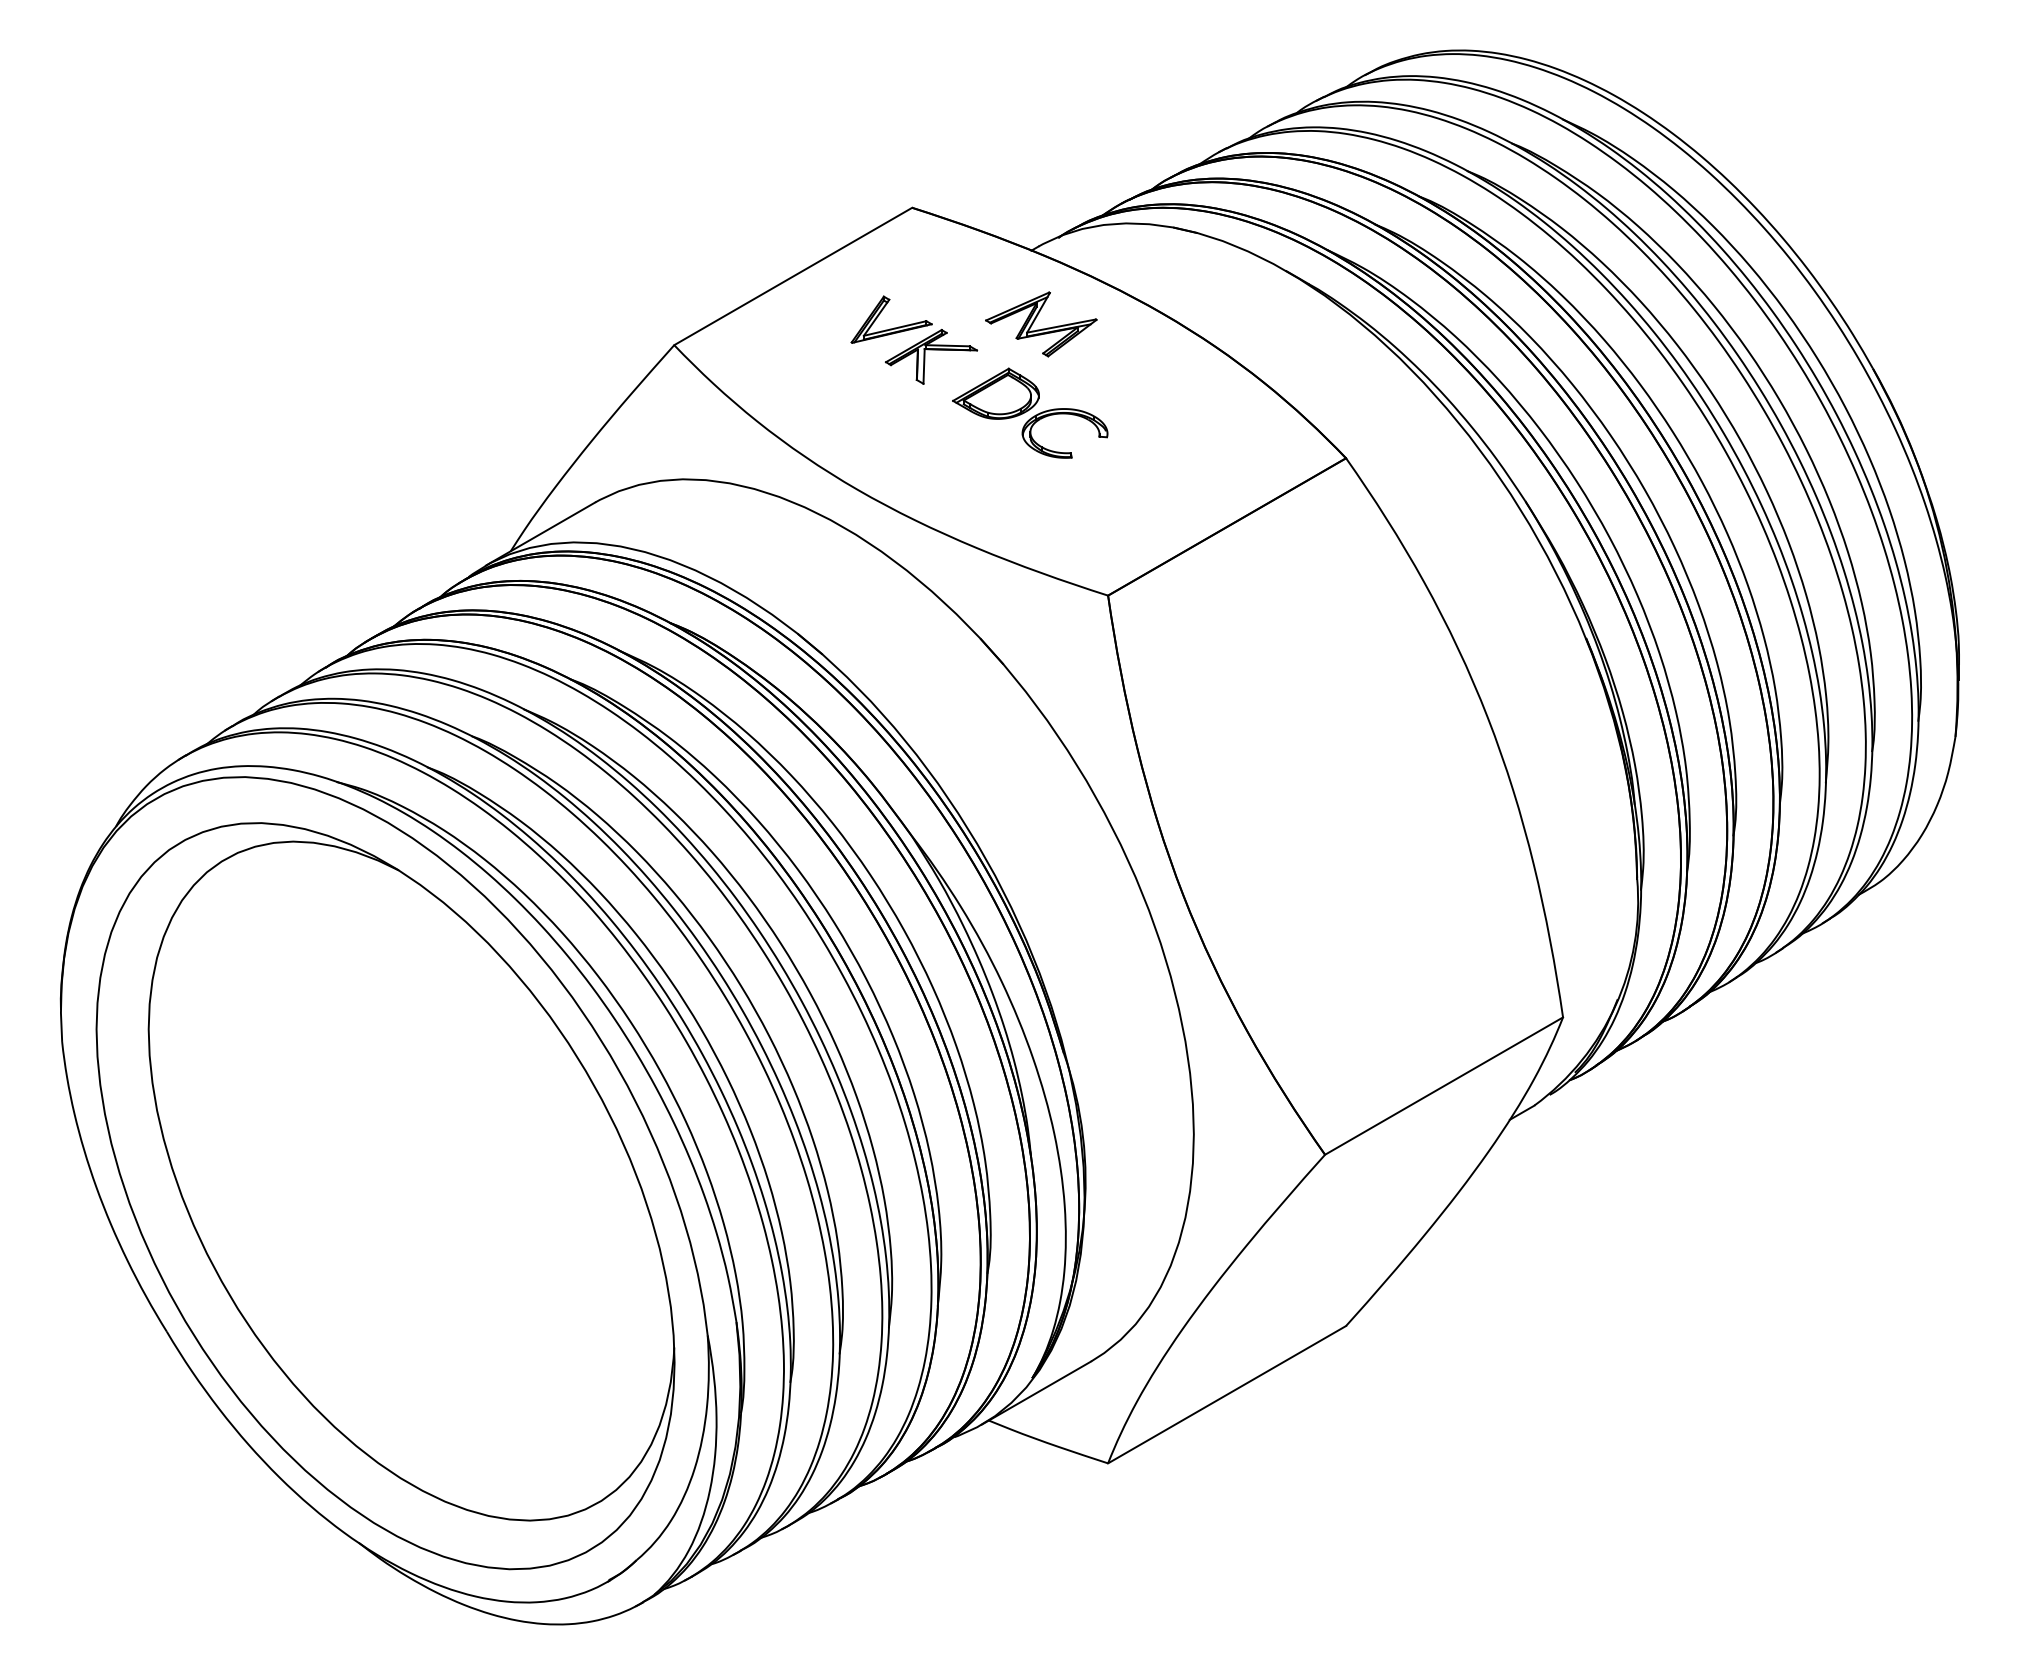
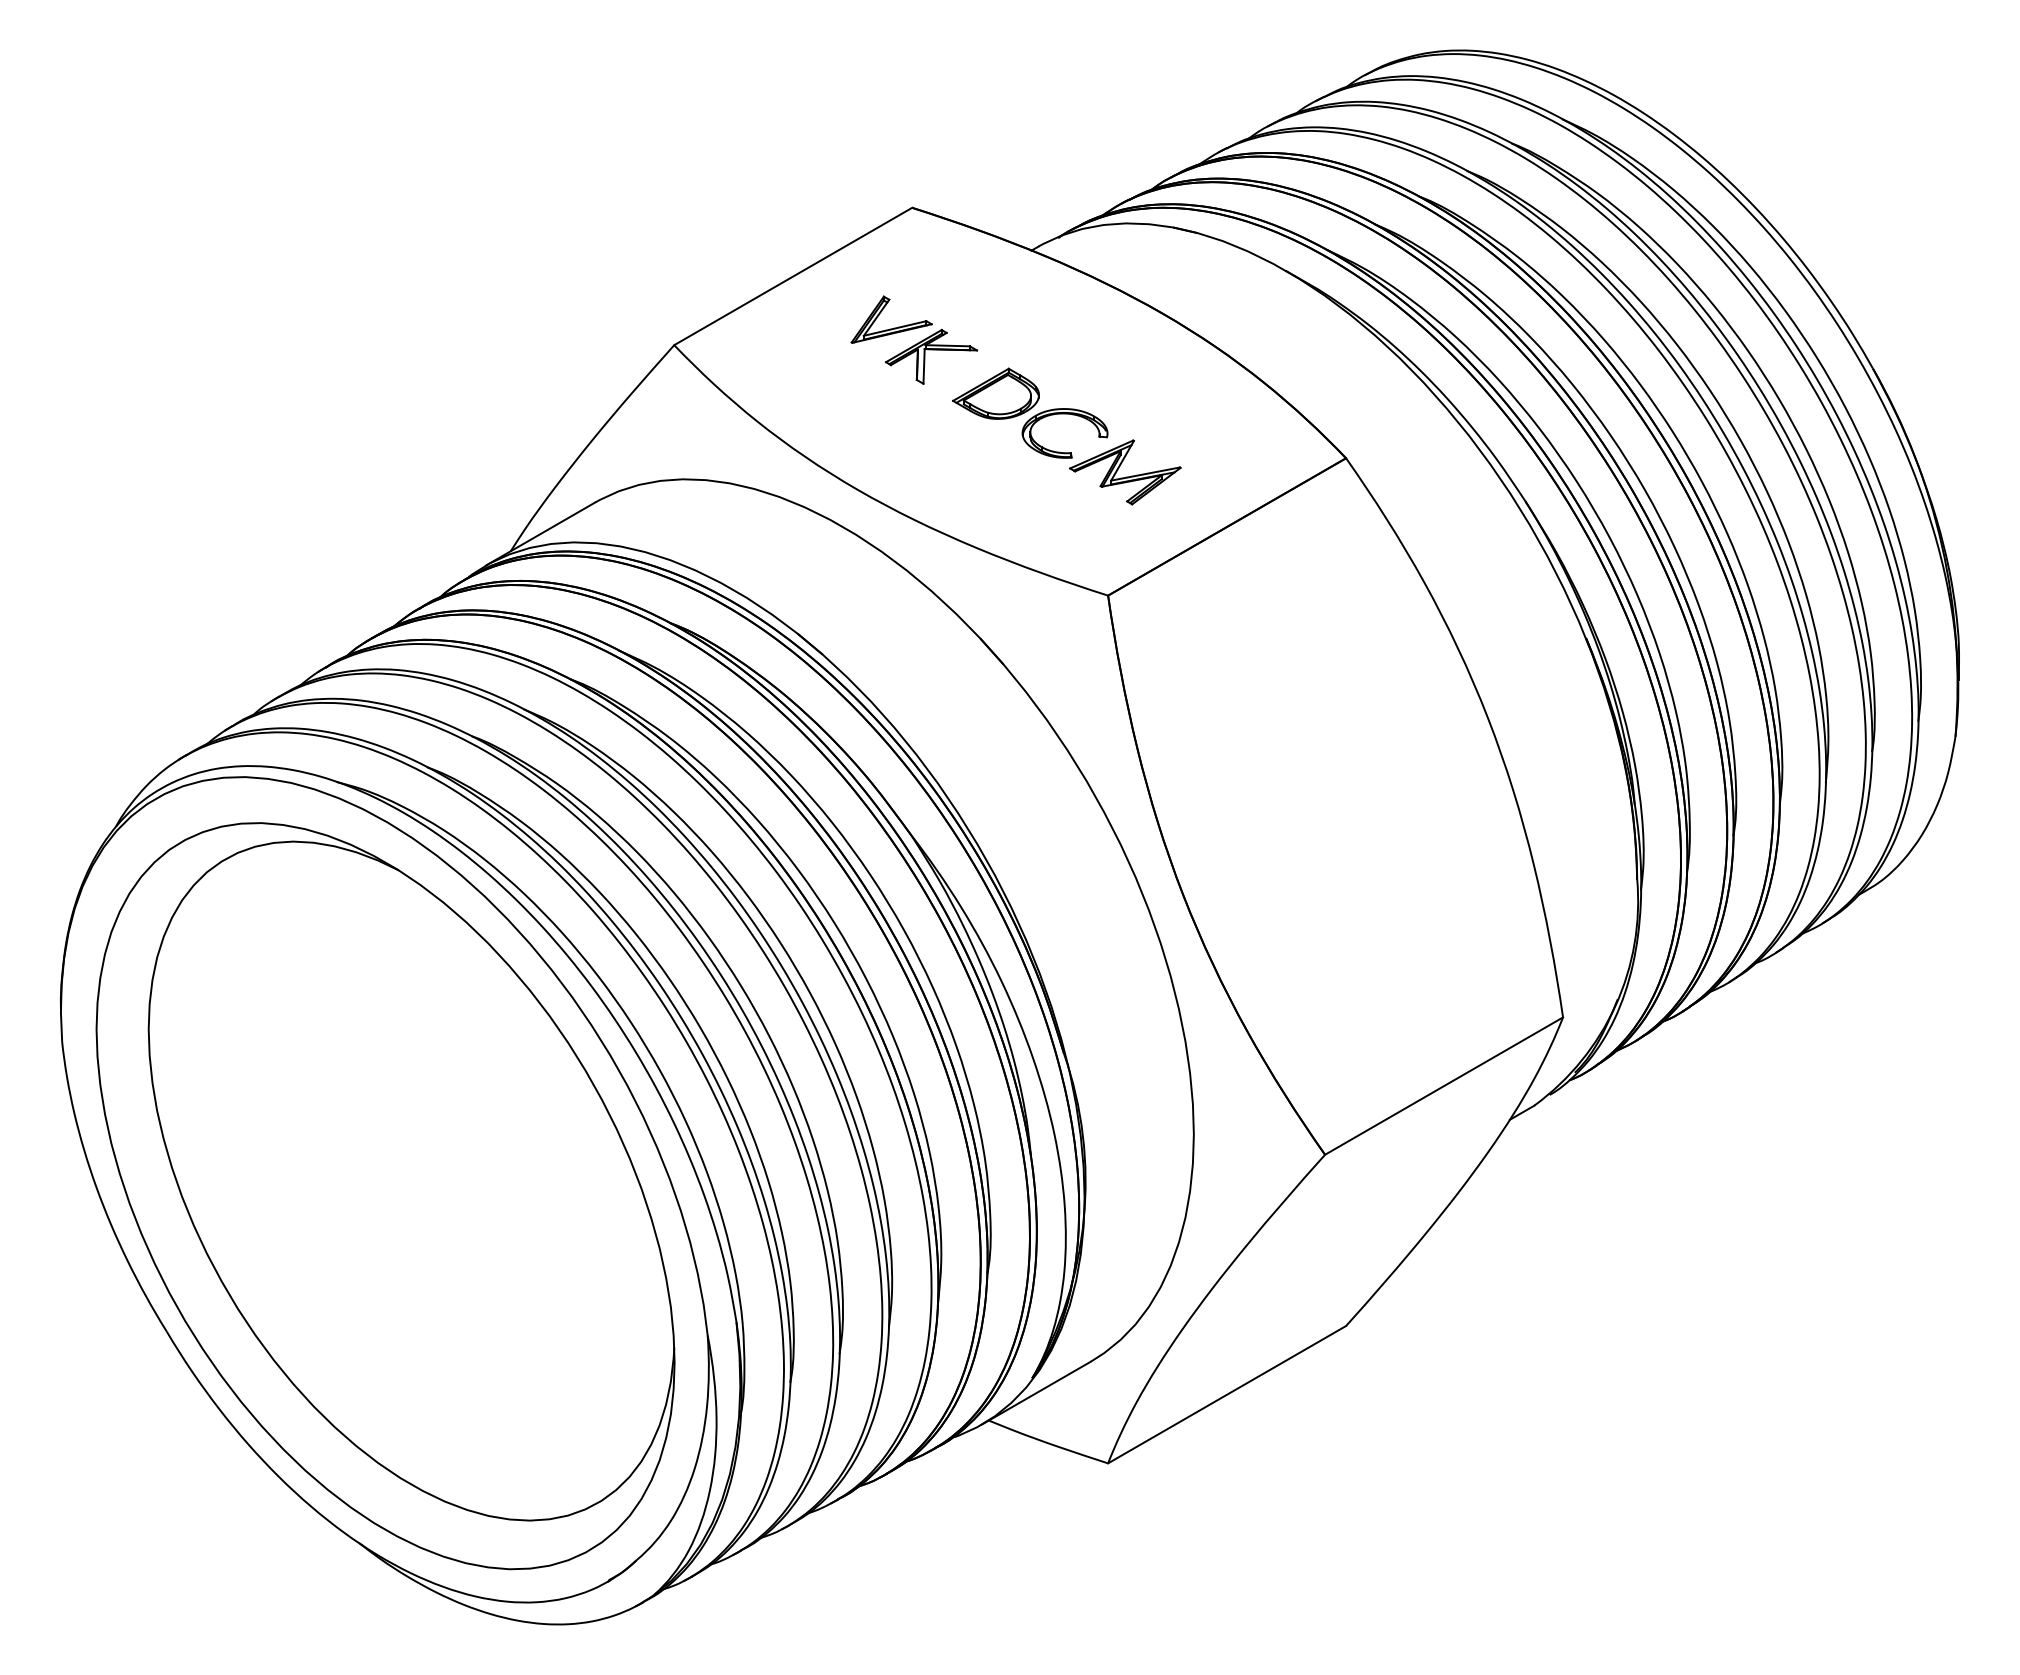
part at (1041, 324) position: (1041, 324) -> (1125, 472)
